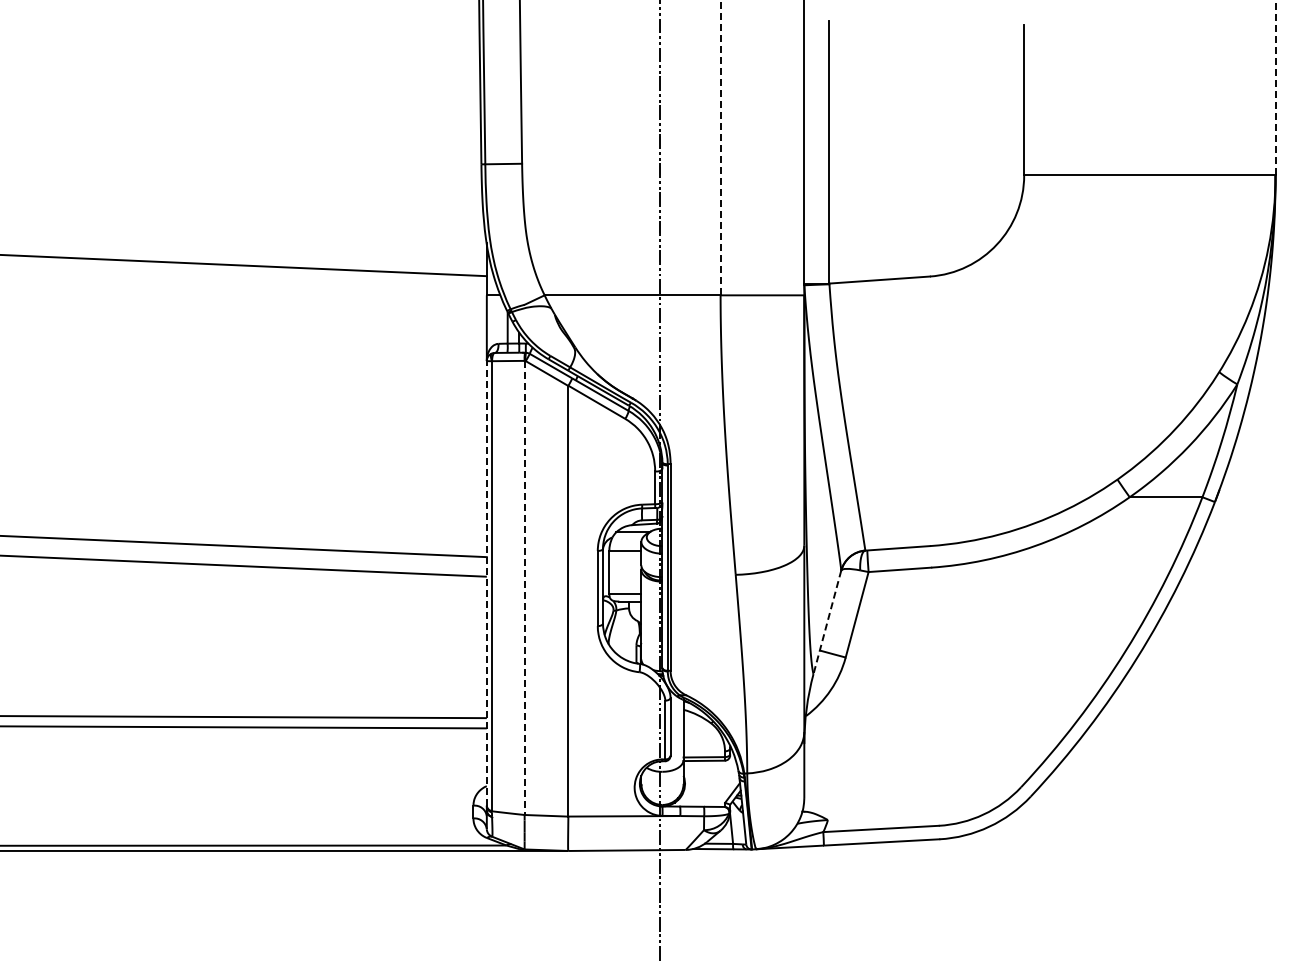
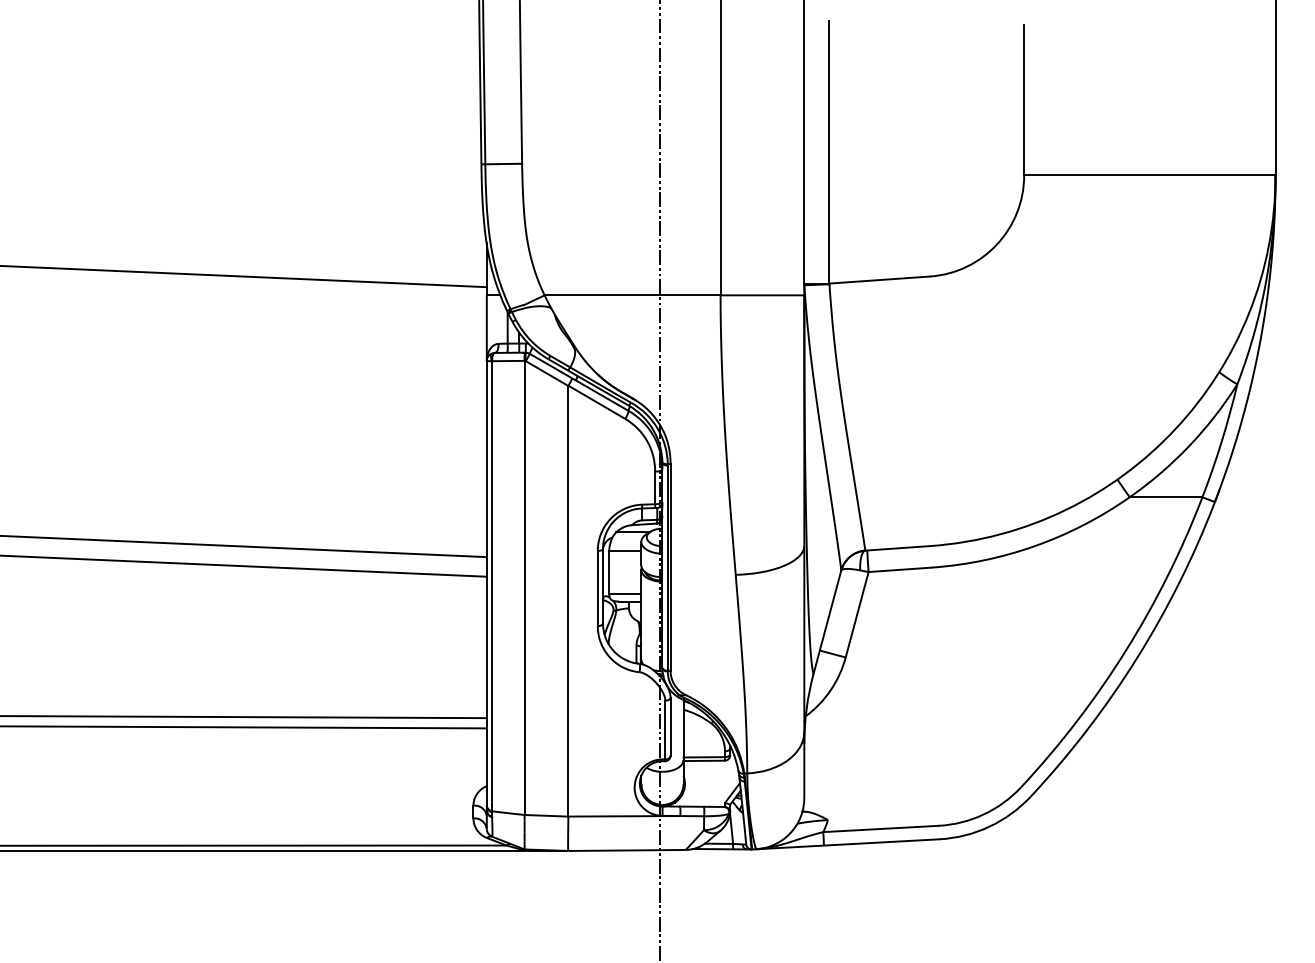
line at (1275, 87): dashed -> solid
line at (720, 147): dashed -> solid
line at (244, 265) position: (244, 265) -> (244, 276)
line at (486, 582): dashed -> solid
line at (524, 588): dashed -> solid
line at (827, 622): dashed -> solid
